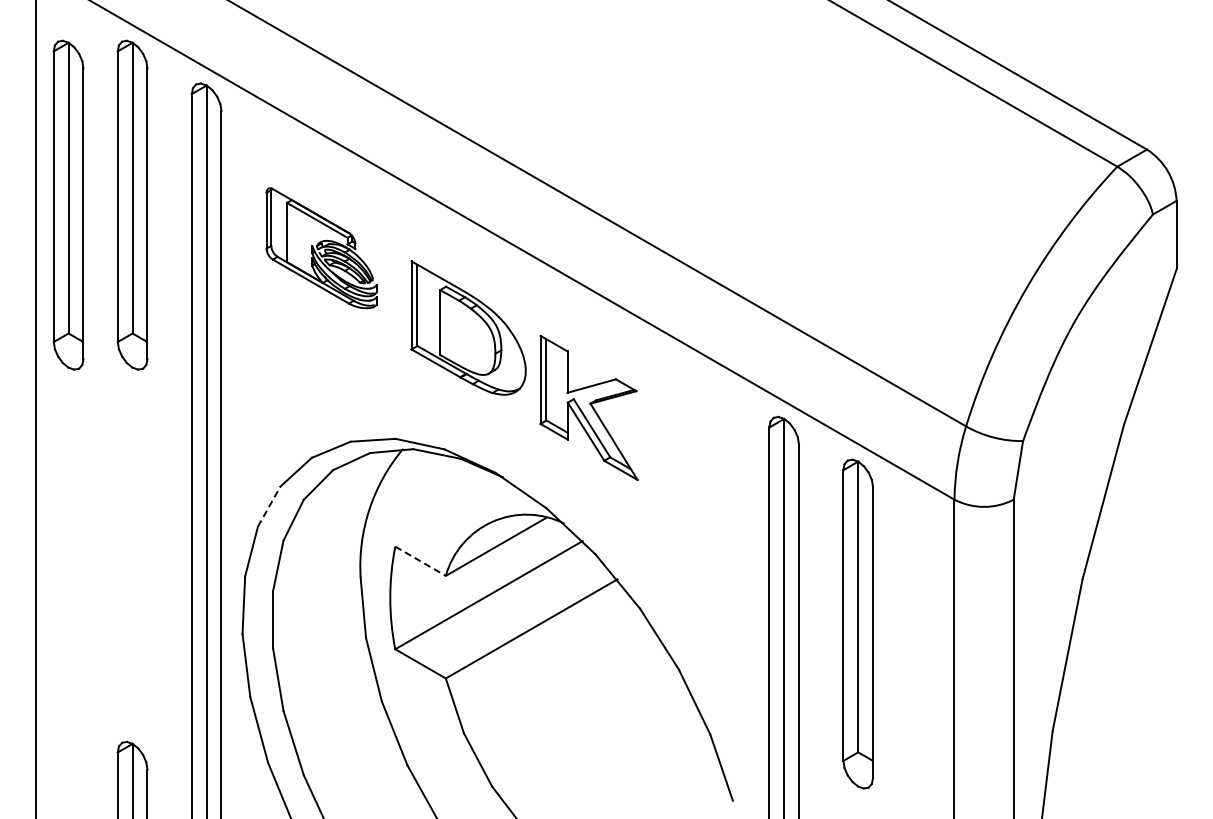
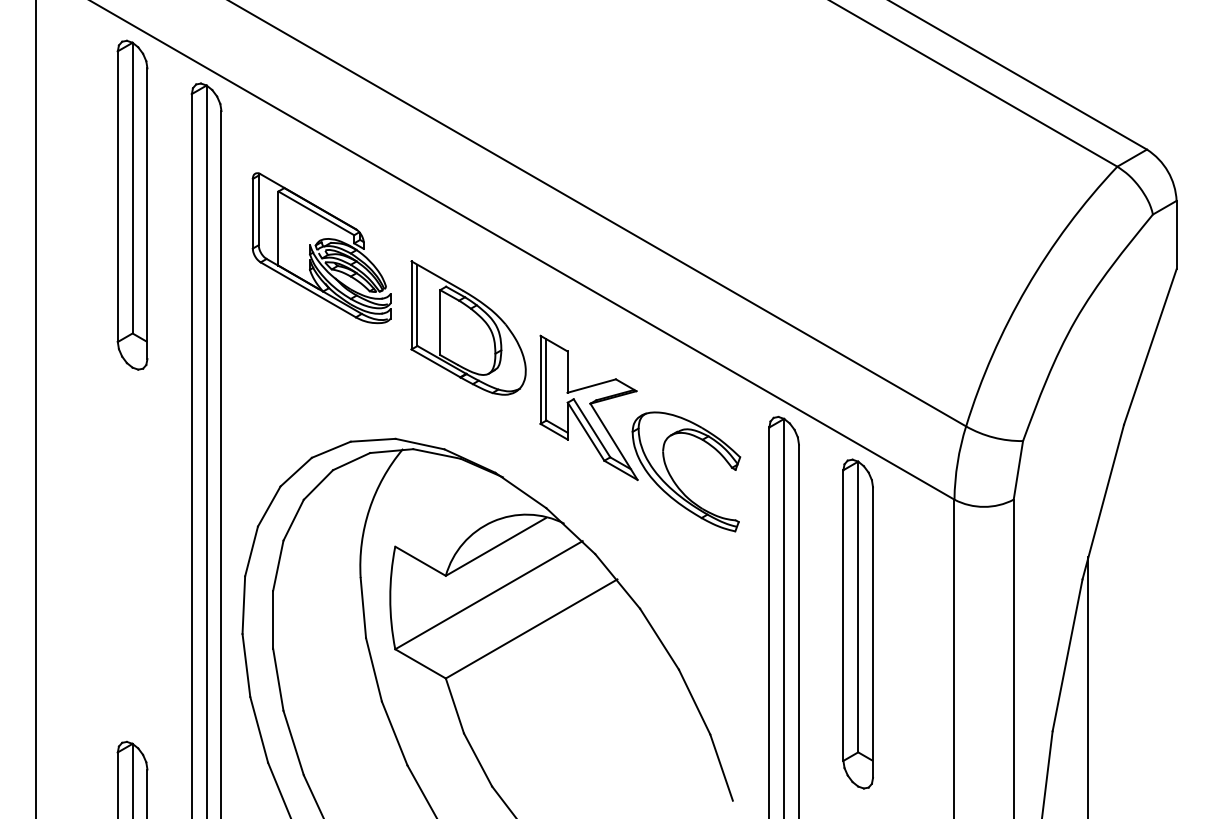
part at (68, 204): present -> none
part at (321, 248) size: 113x123 px -> 141x153 px
part at (673, 478): none -> present
line at (269, 506): dashed -> solid
line at (421, 561): dashed -> solid
line at (1087, 686): none -> present
